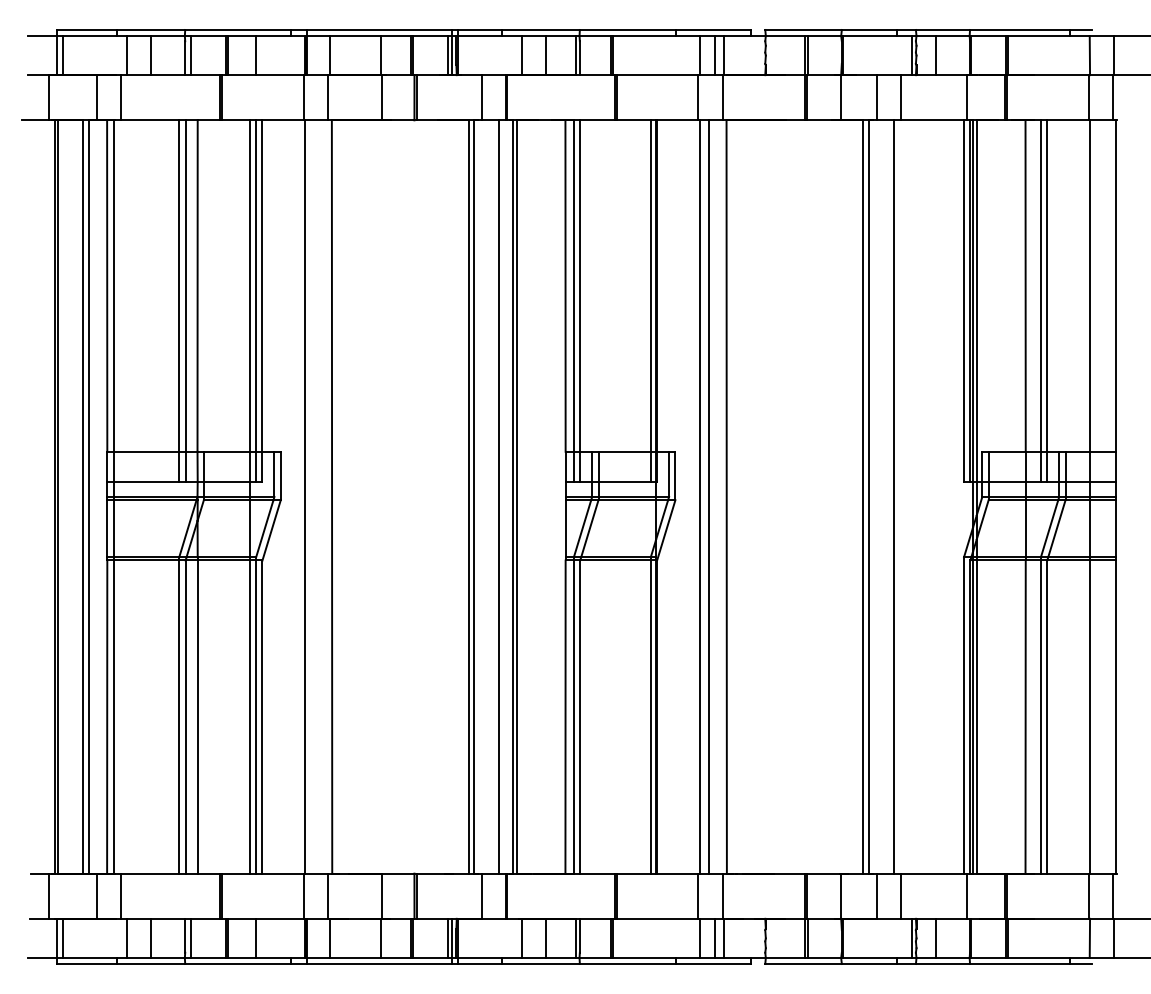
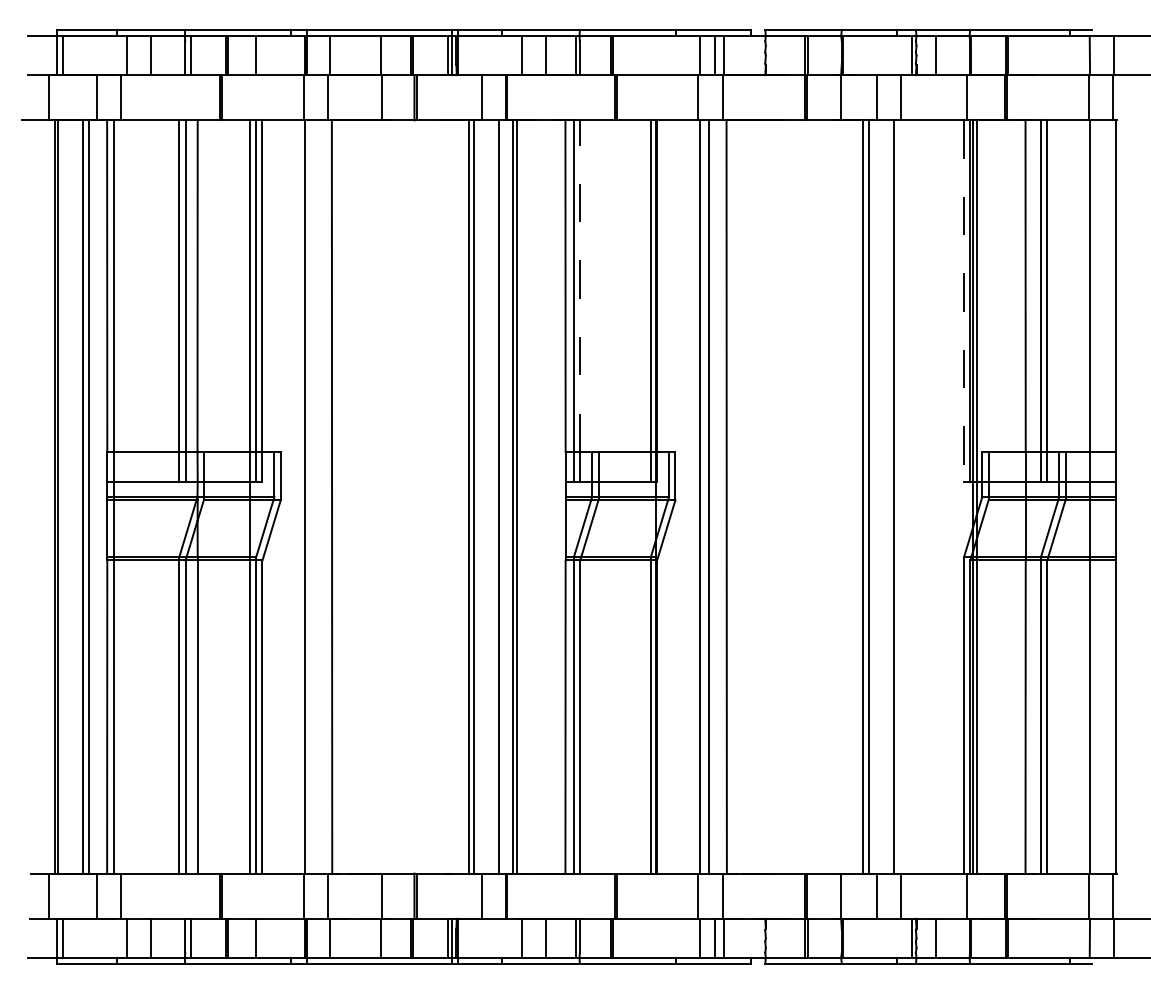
line at (580, 286): solid -> dashed
line at (964, 301): solid -> dashed
